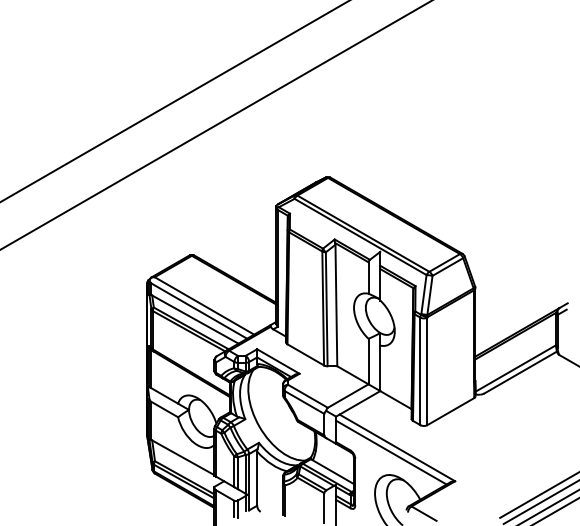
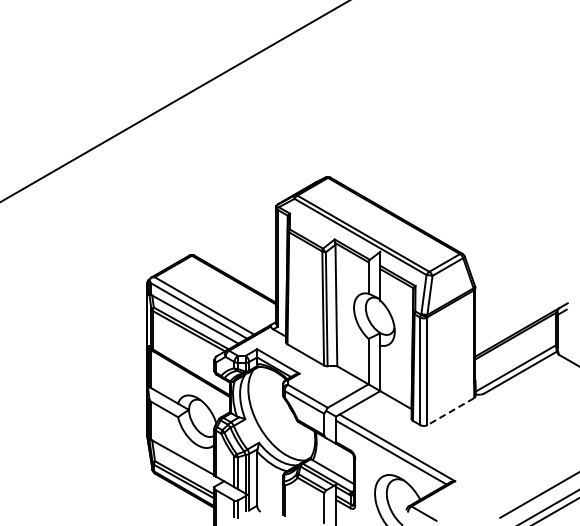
line at (215, 125): present -> none
line at (450, 411): solid -> dashed
line at (541, 501): present -> none
